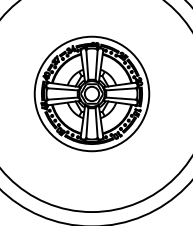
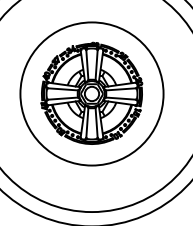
circle at (91, 93) diameter: 114 px -> 143 px
